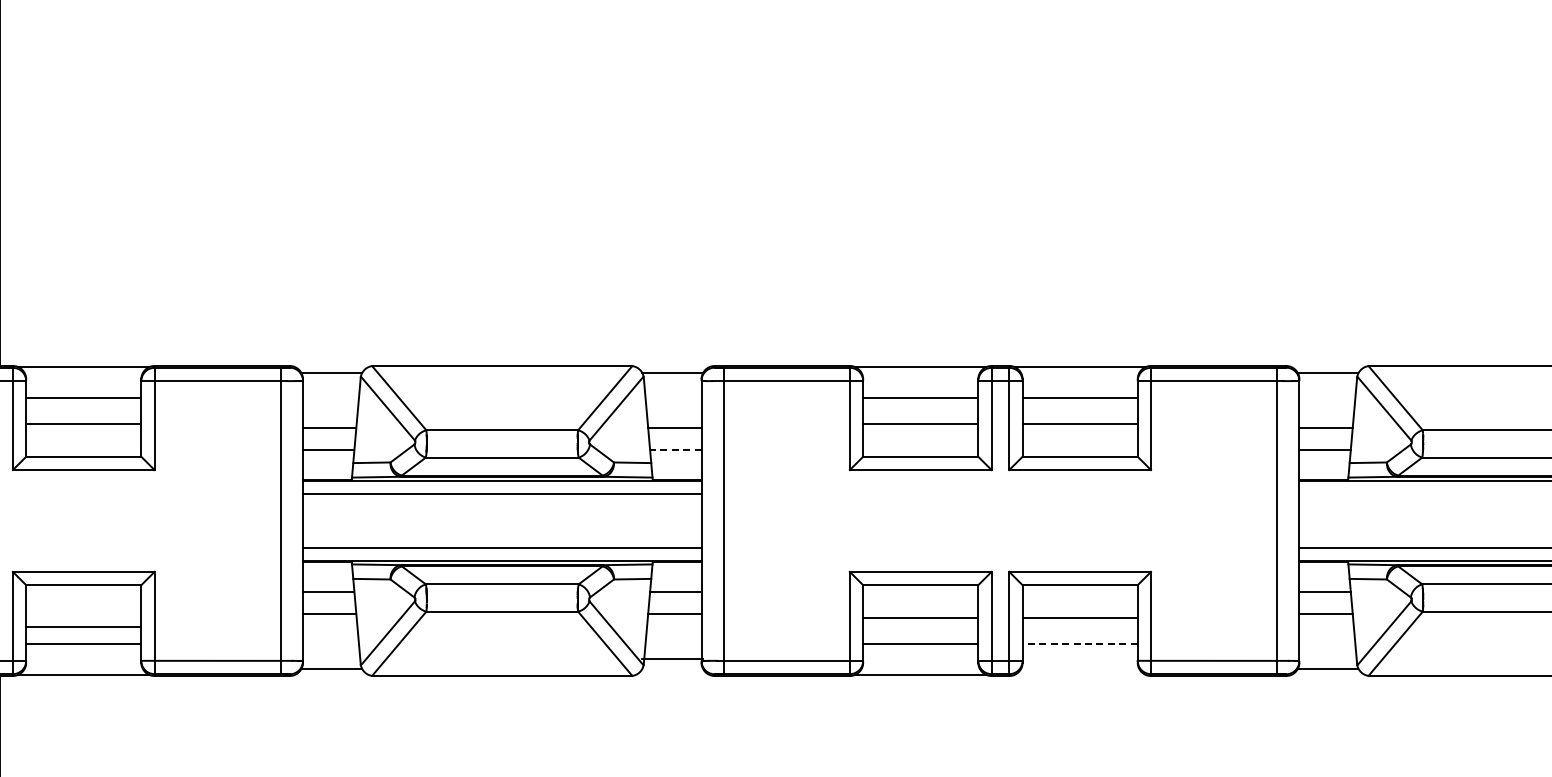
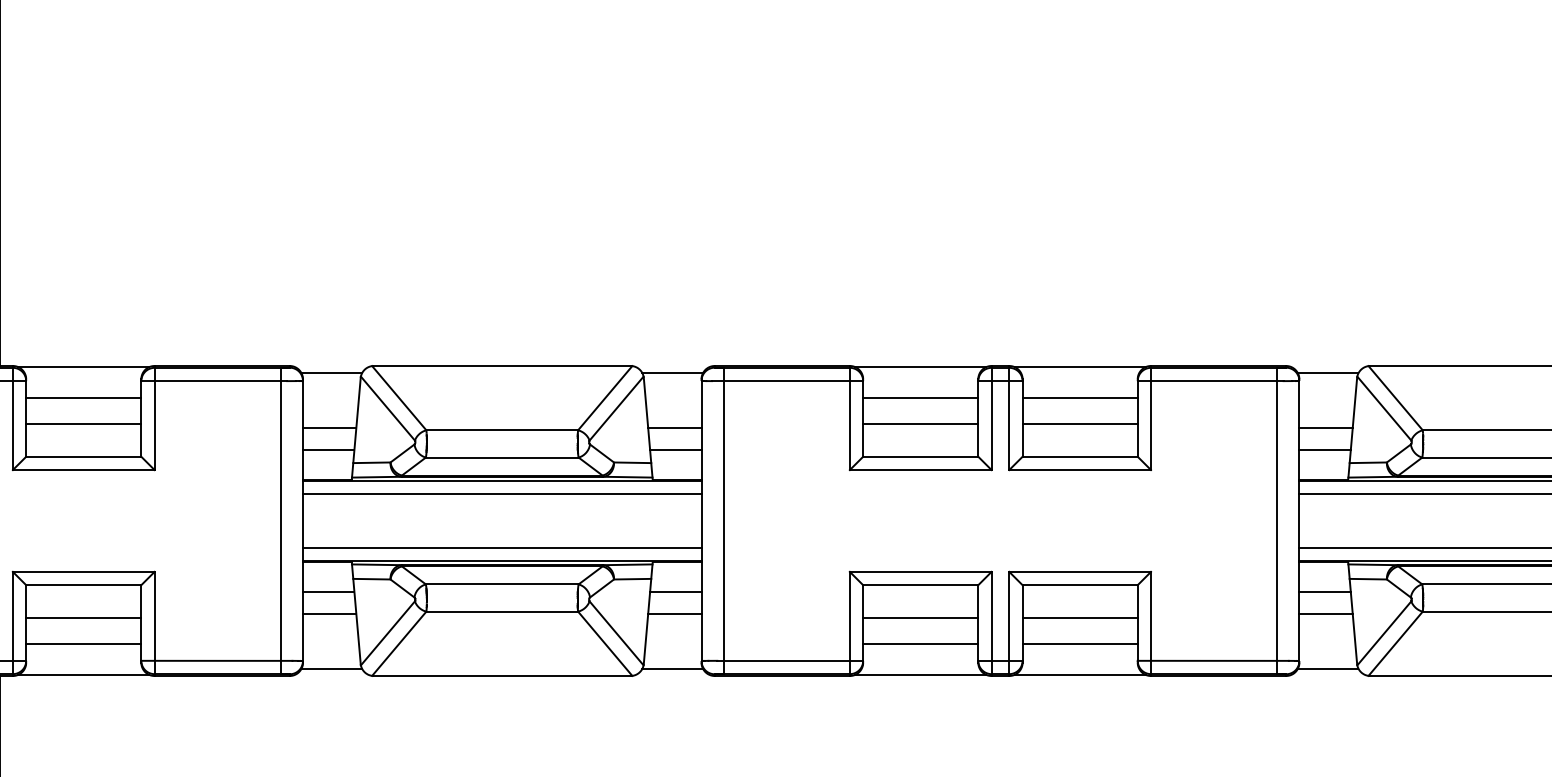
line at (675, 450): dashed -> solid
line at (1423, 494): none -> present
line at (83, 627) position: (83, 627) -> (83, 618)
line at (1080, 644): dashed -> solid
line at (672, 658) position: (672, 658) -> (672, 668)
line at (1079, 674): none -> present
